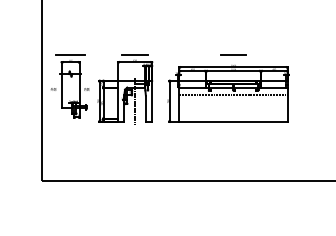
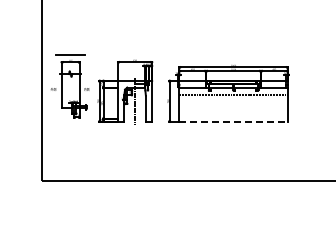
line at (233, 54): present -> none
line at (134, 55): present -> none
line at (234, 121): solid -> dashed
